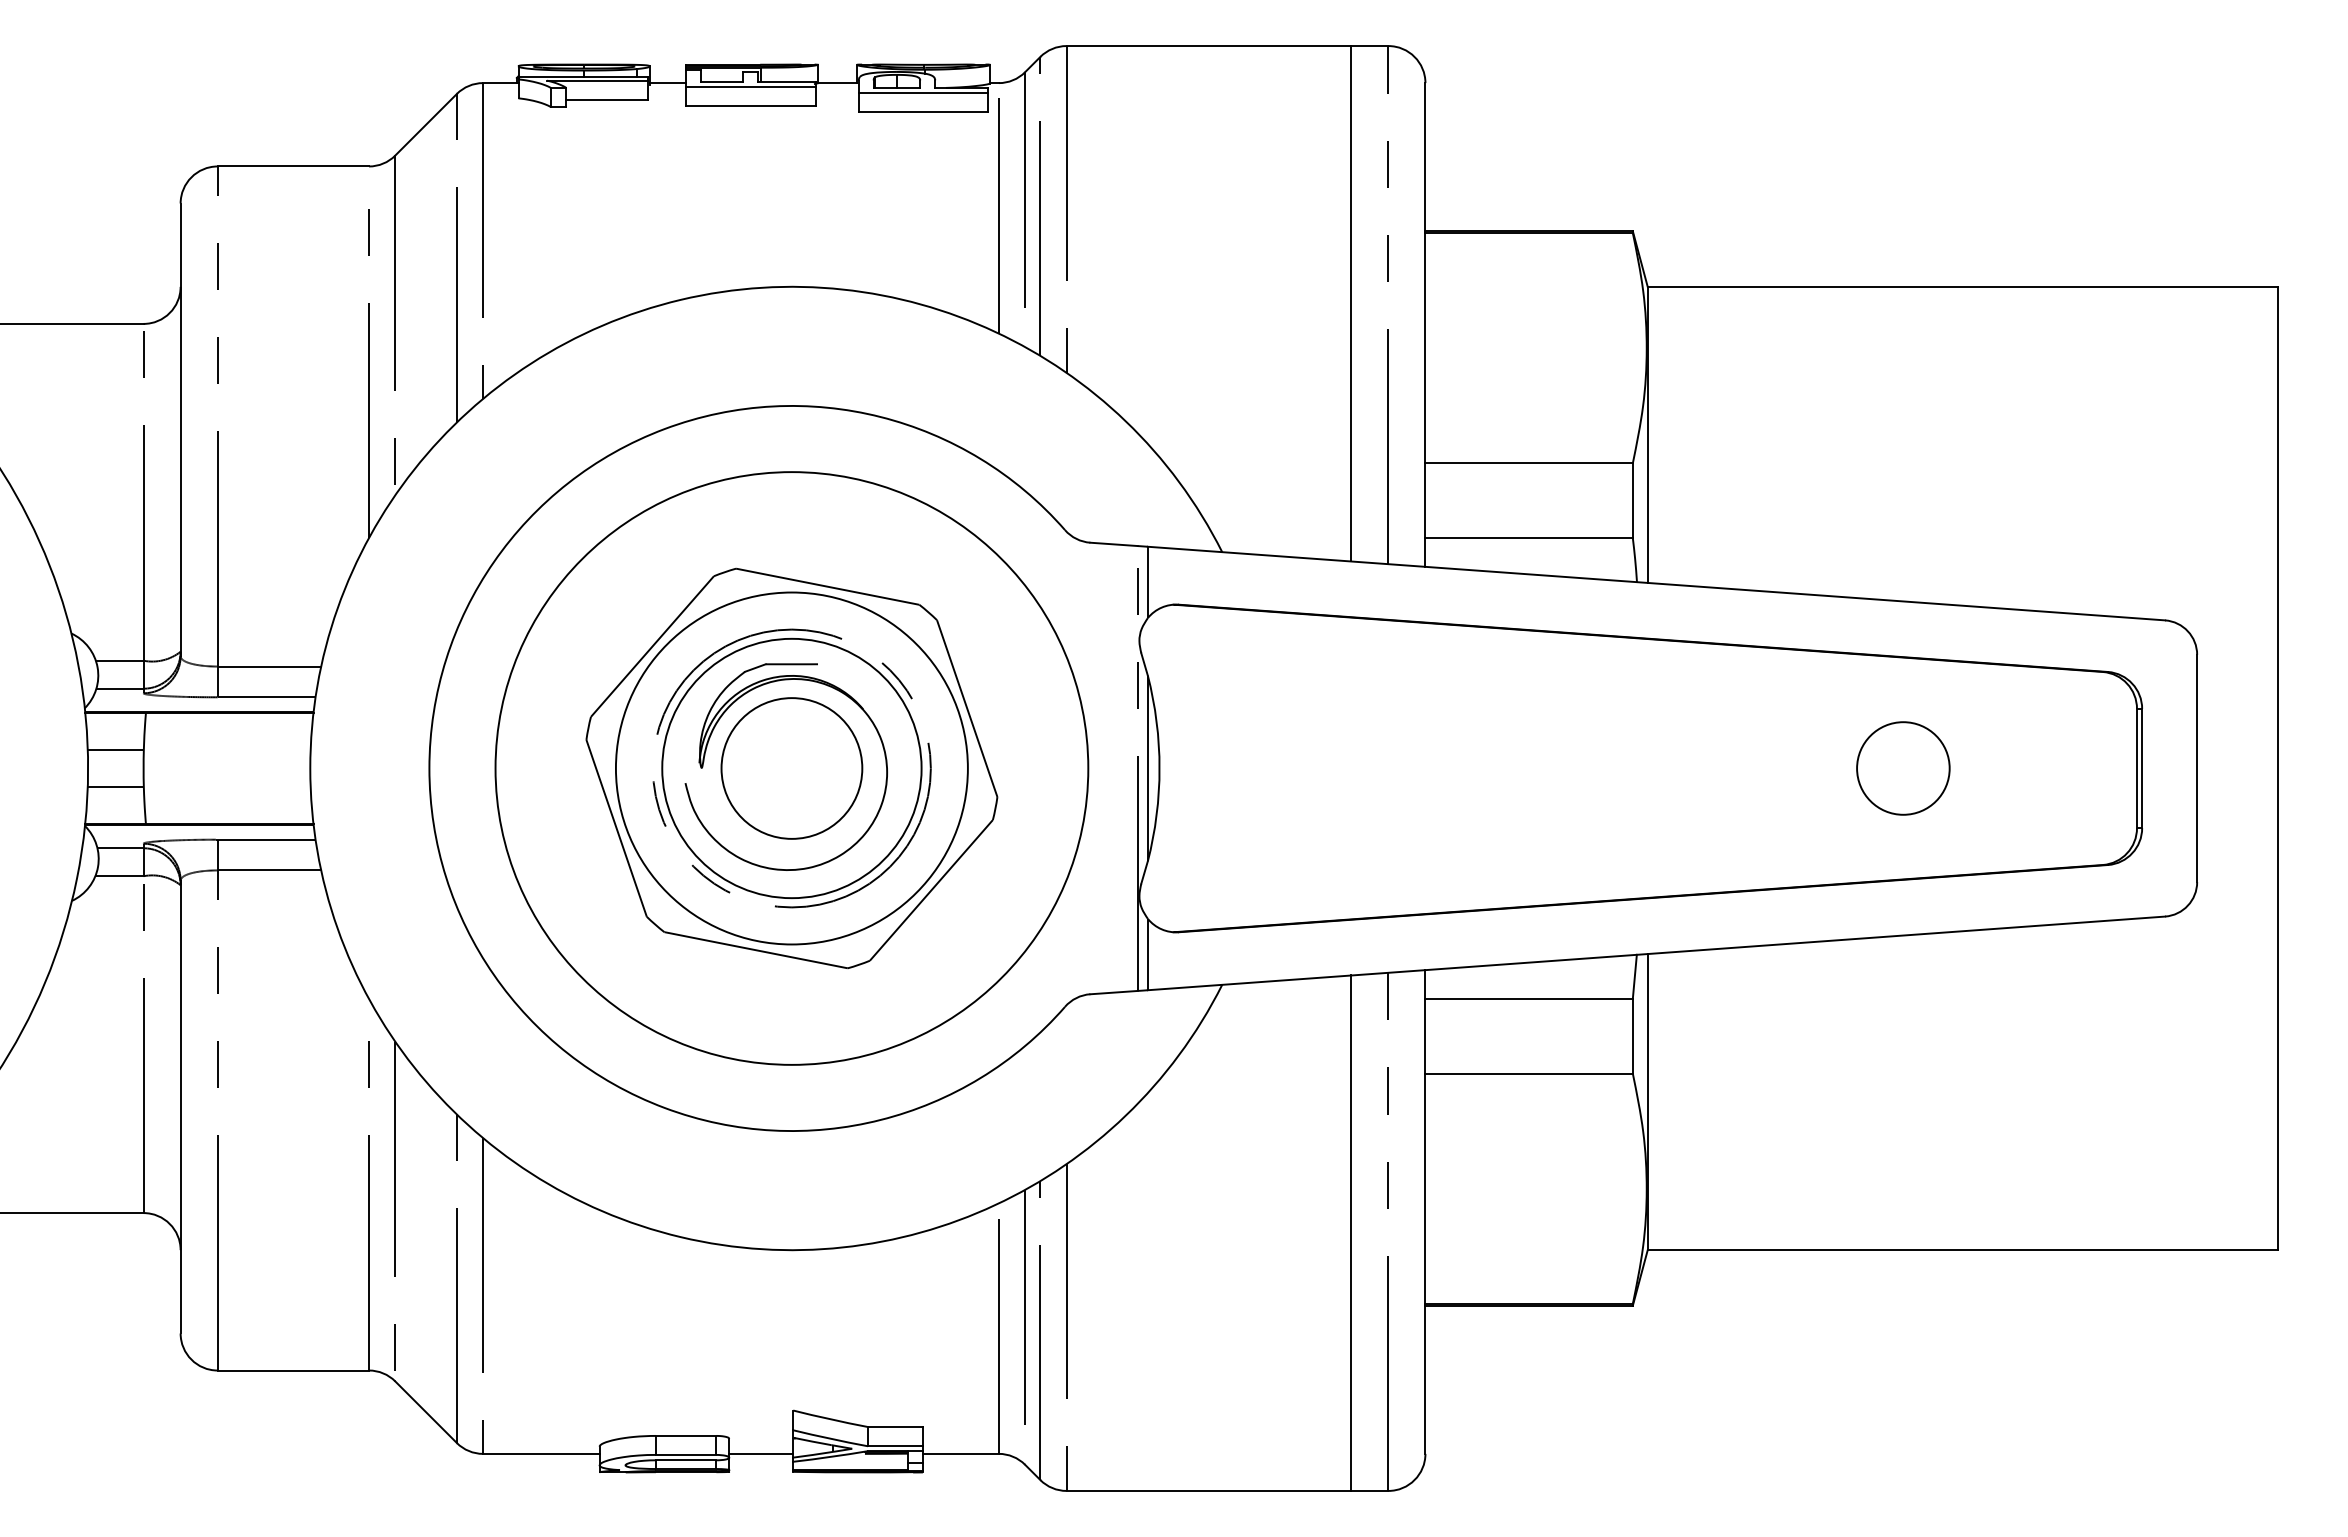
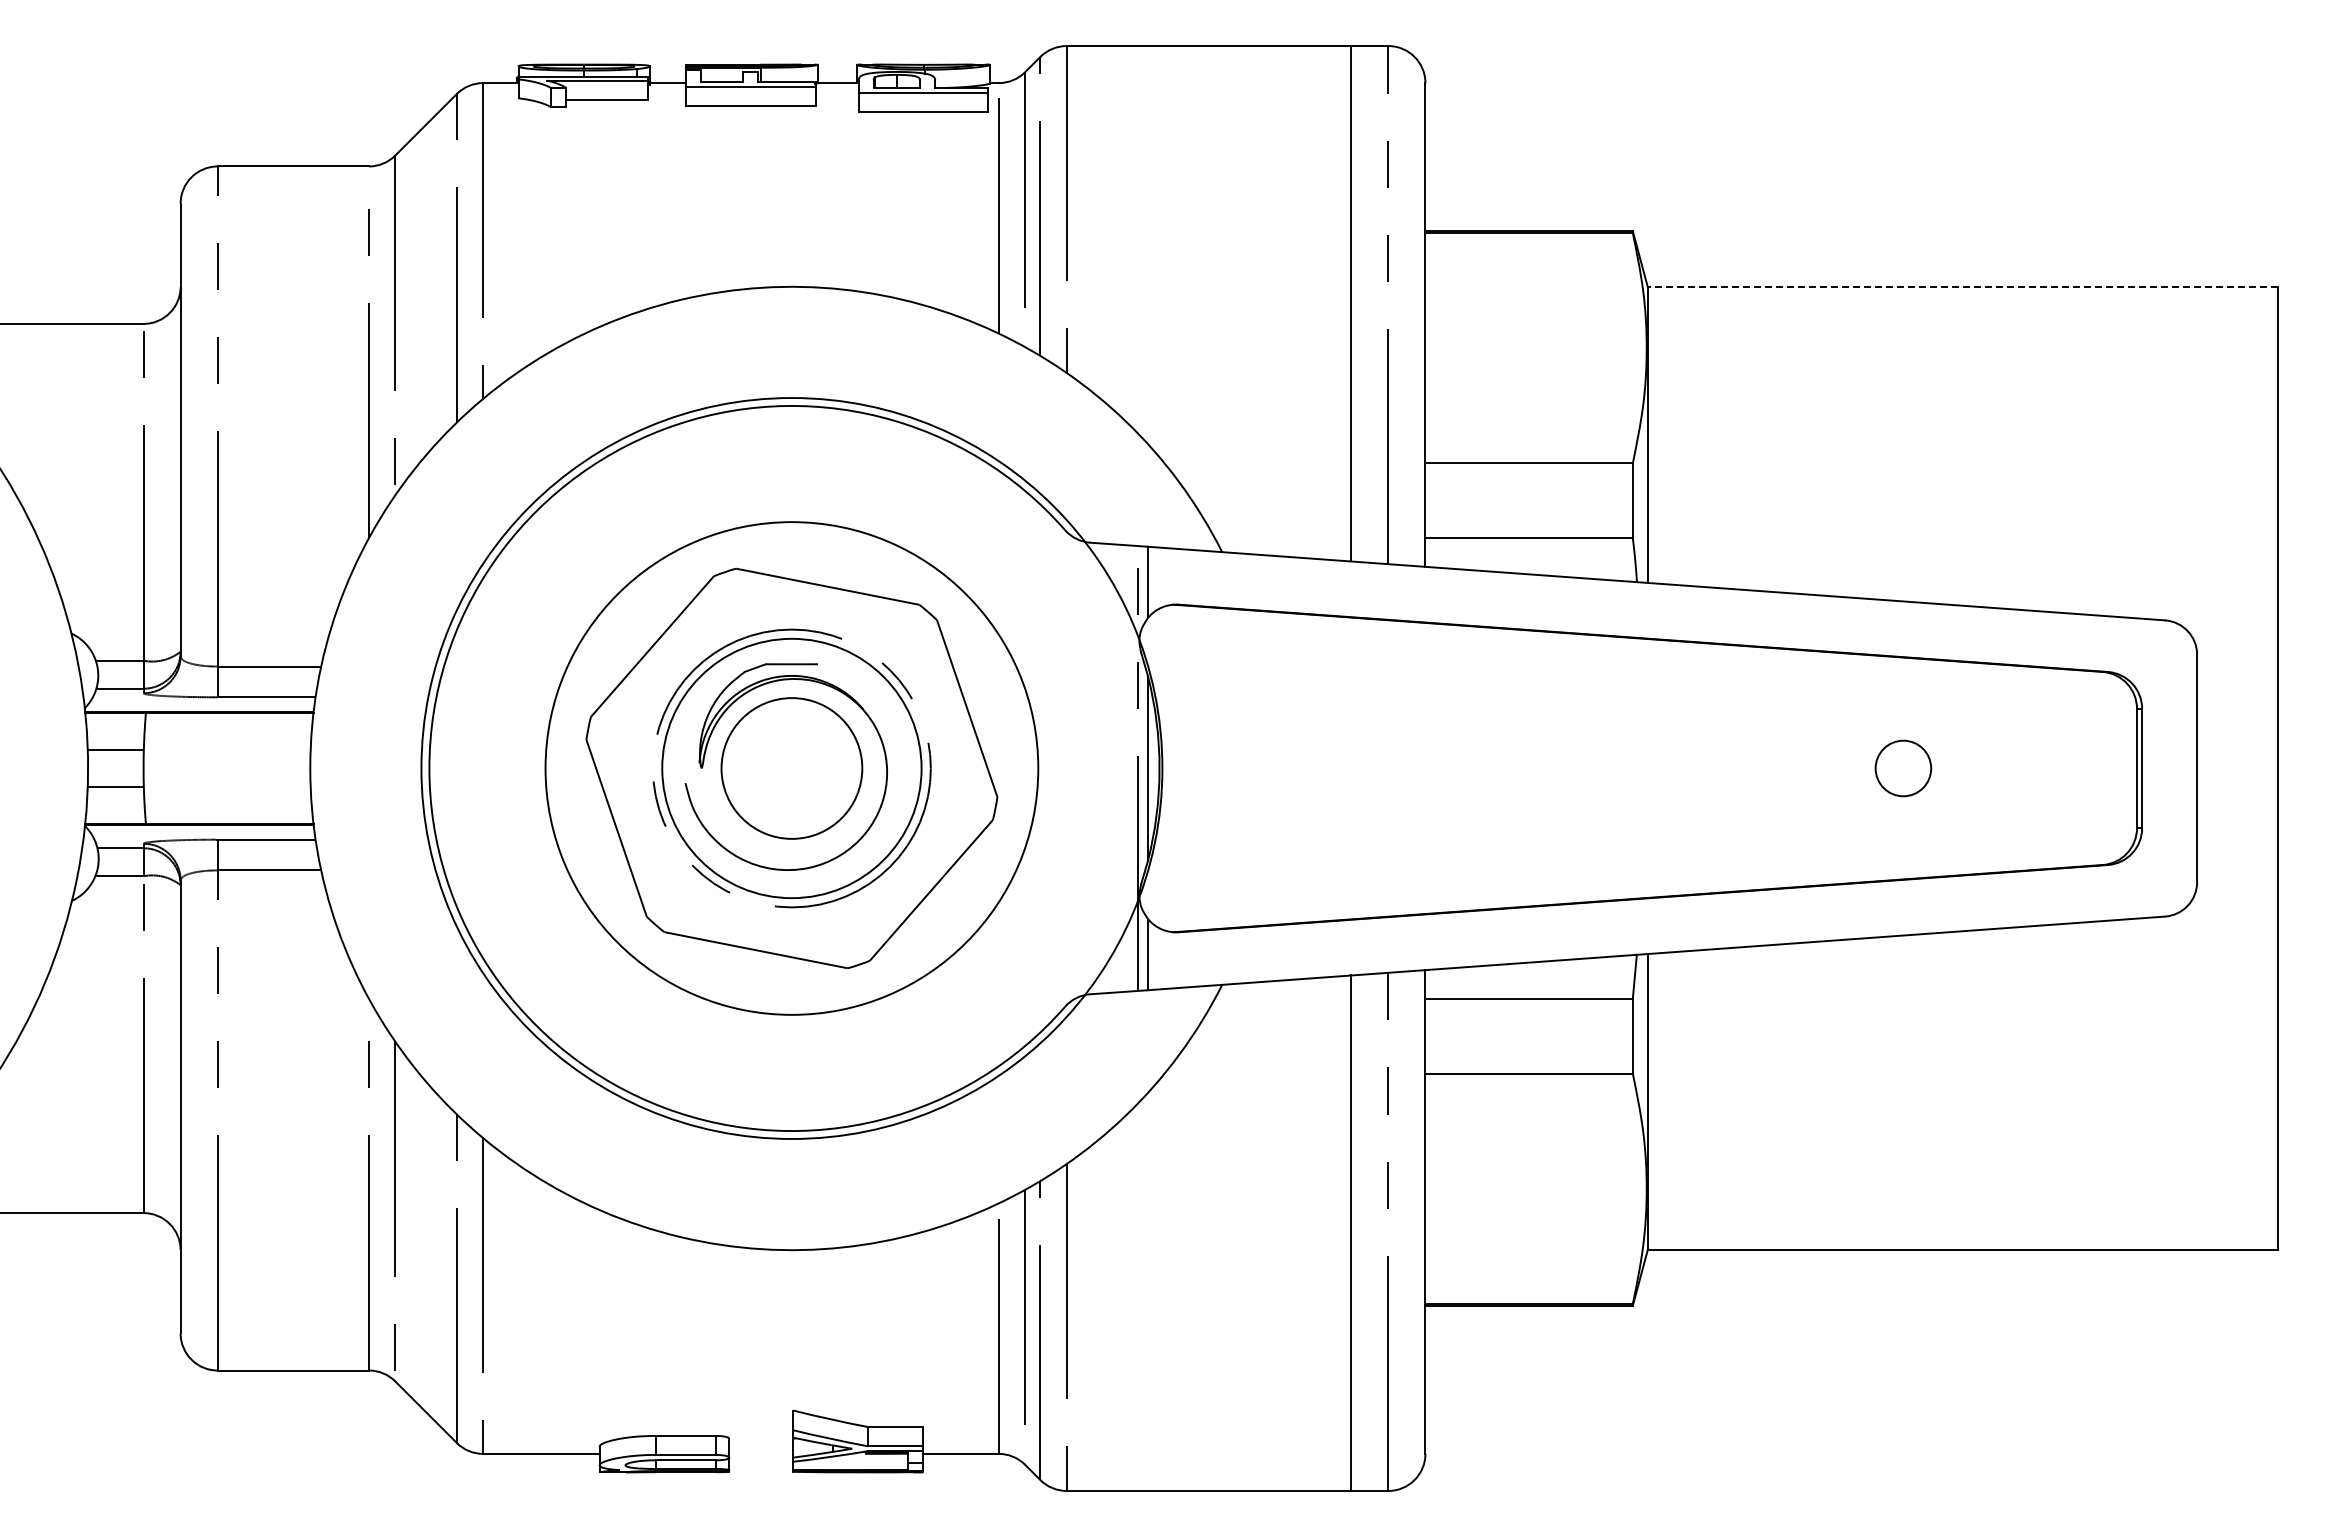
line at (1962, 286): solid -> dashed
circle at (791, 768) diameter: 352 px -> 493 px
circle at (791, 768) diameter: 593 px -> 741 px
circle at (1903, 768) size: 95x95 px -> 59x59 px
line at (761, 1453): present -> none
